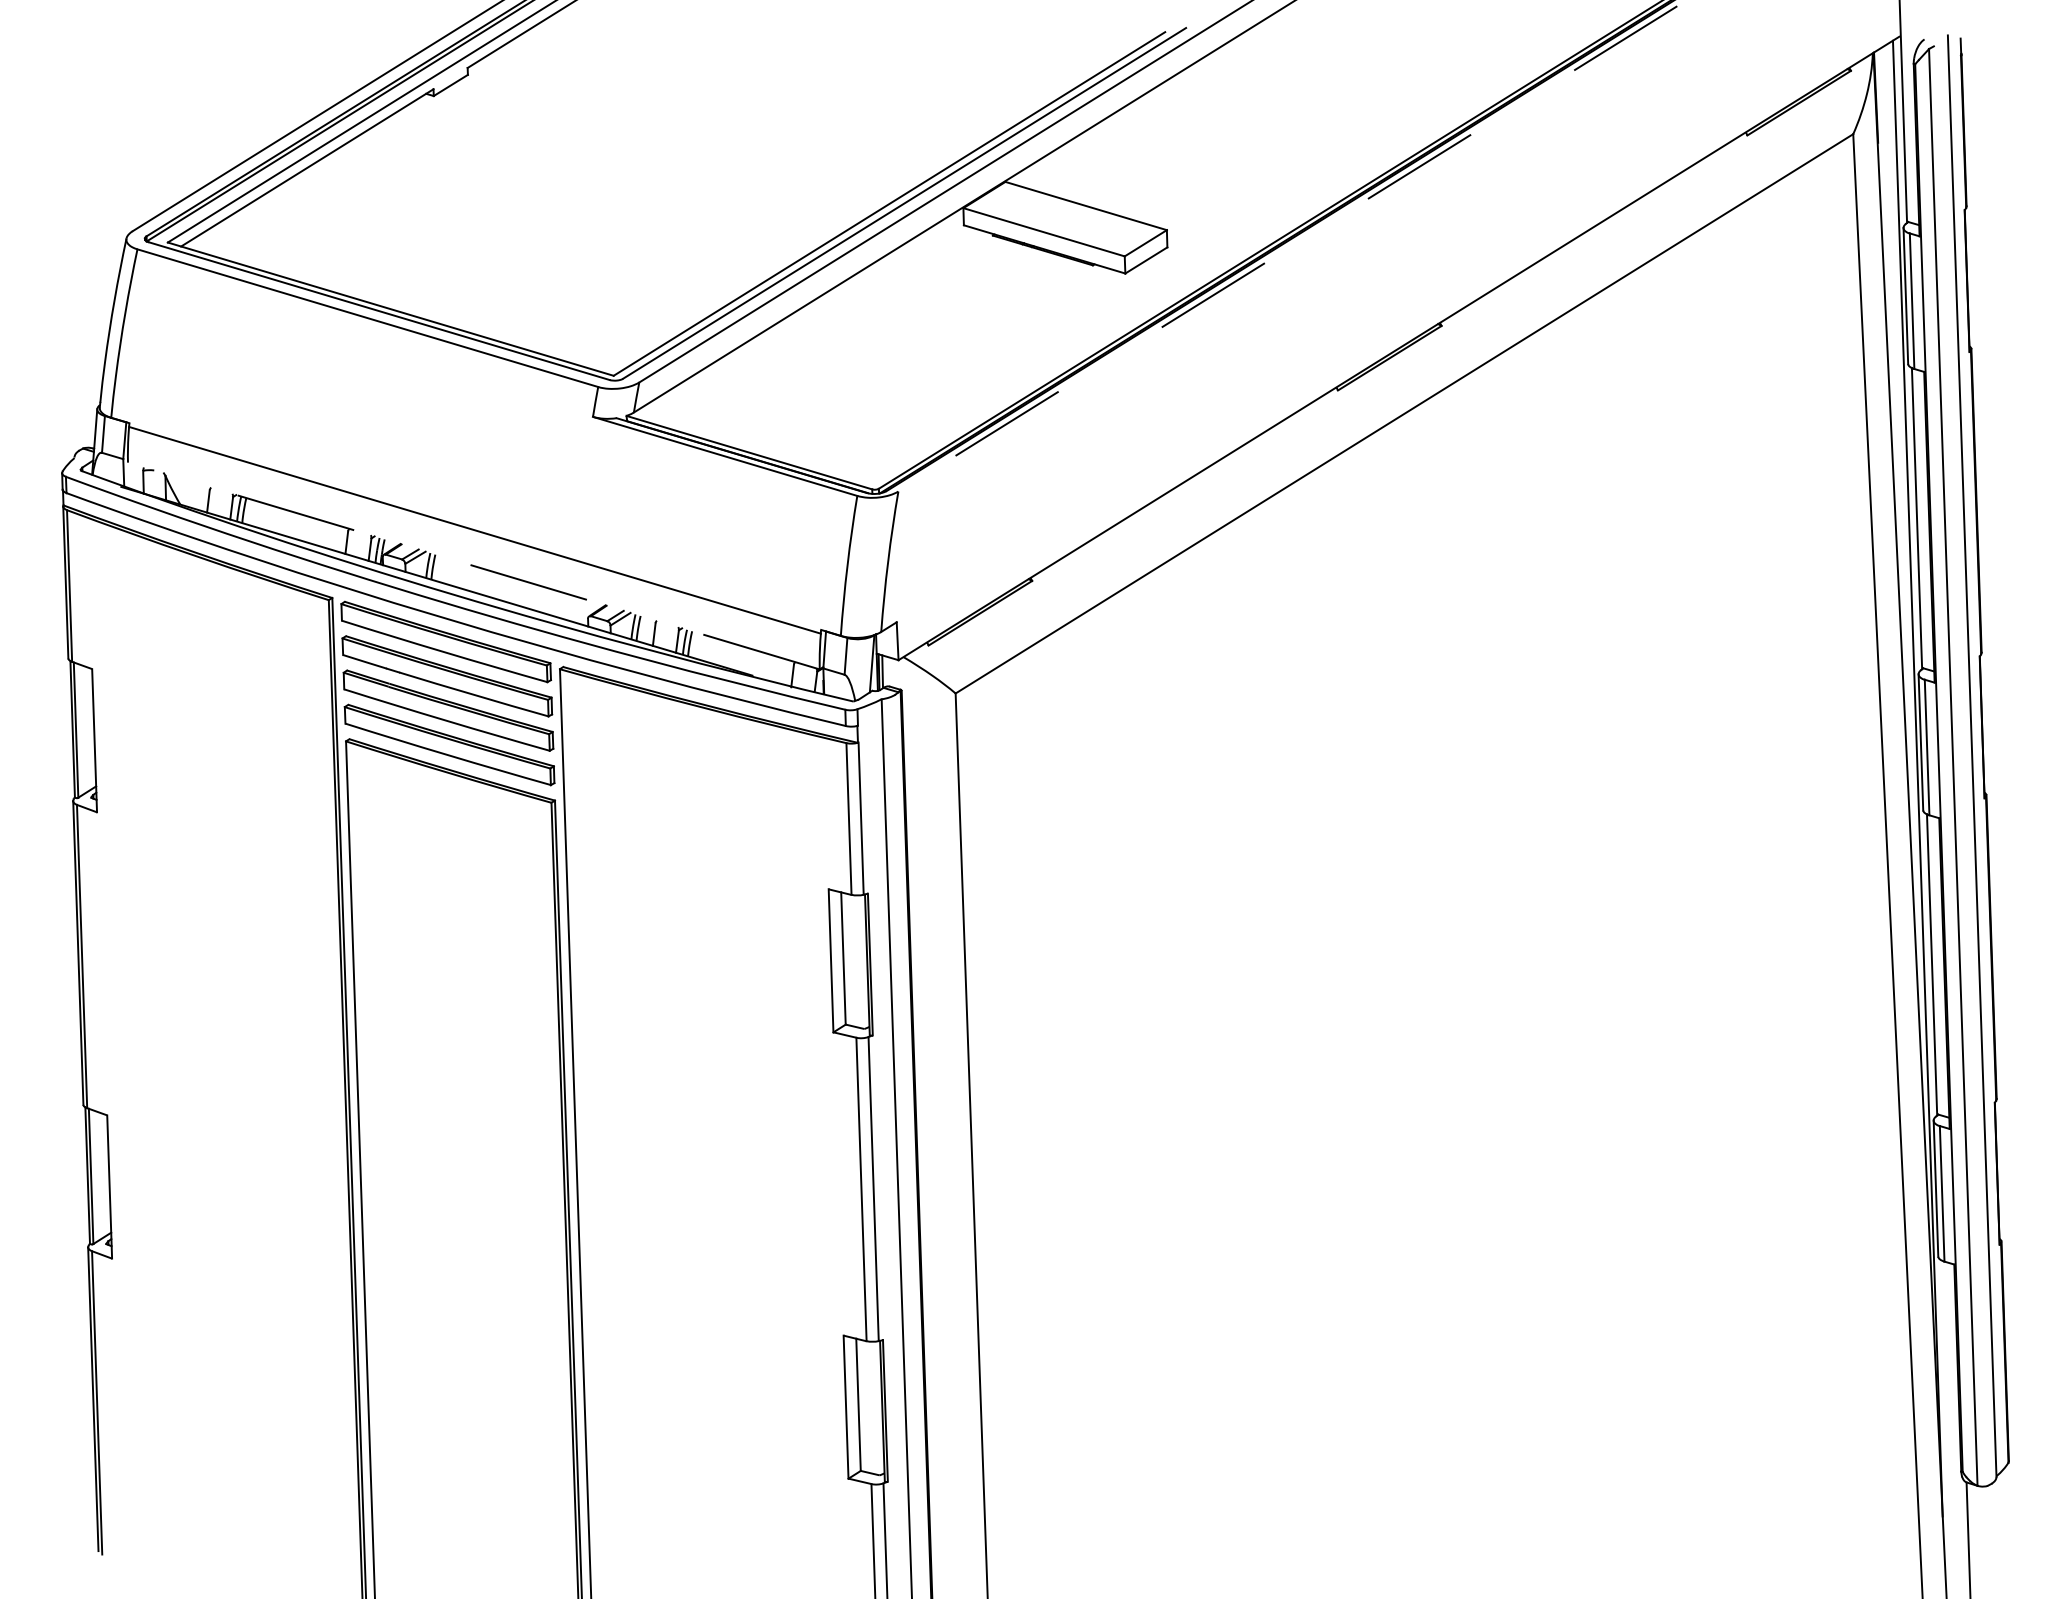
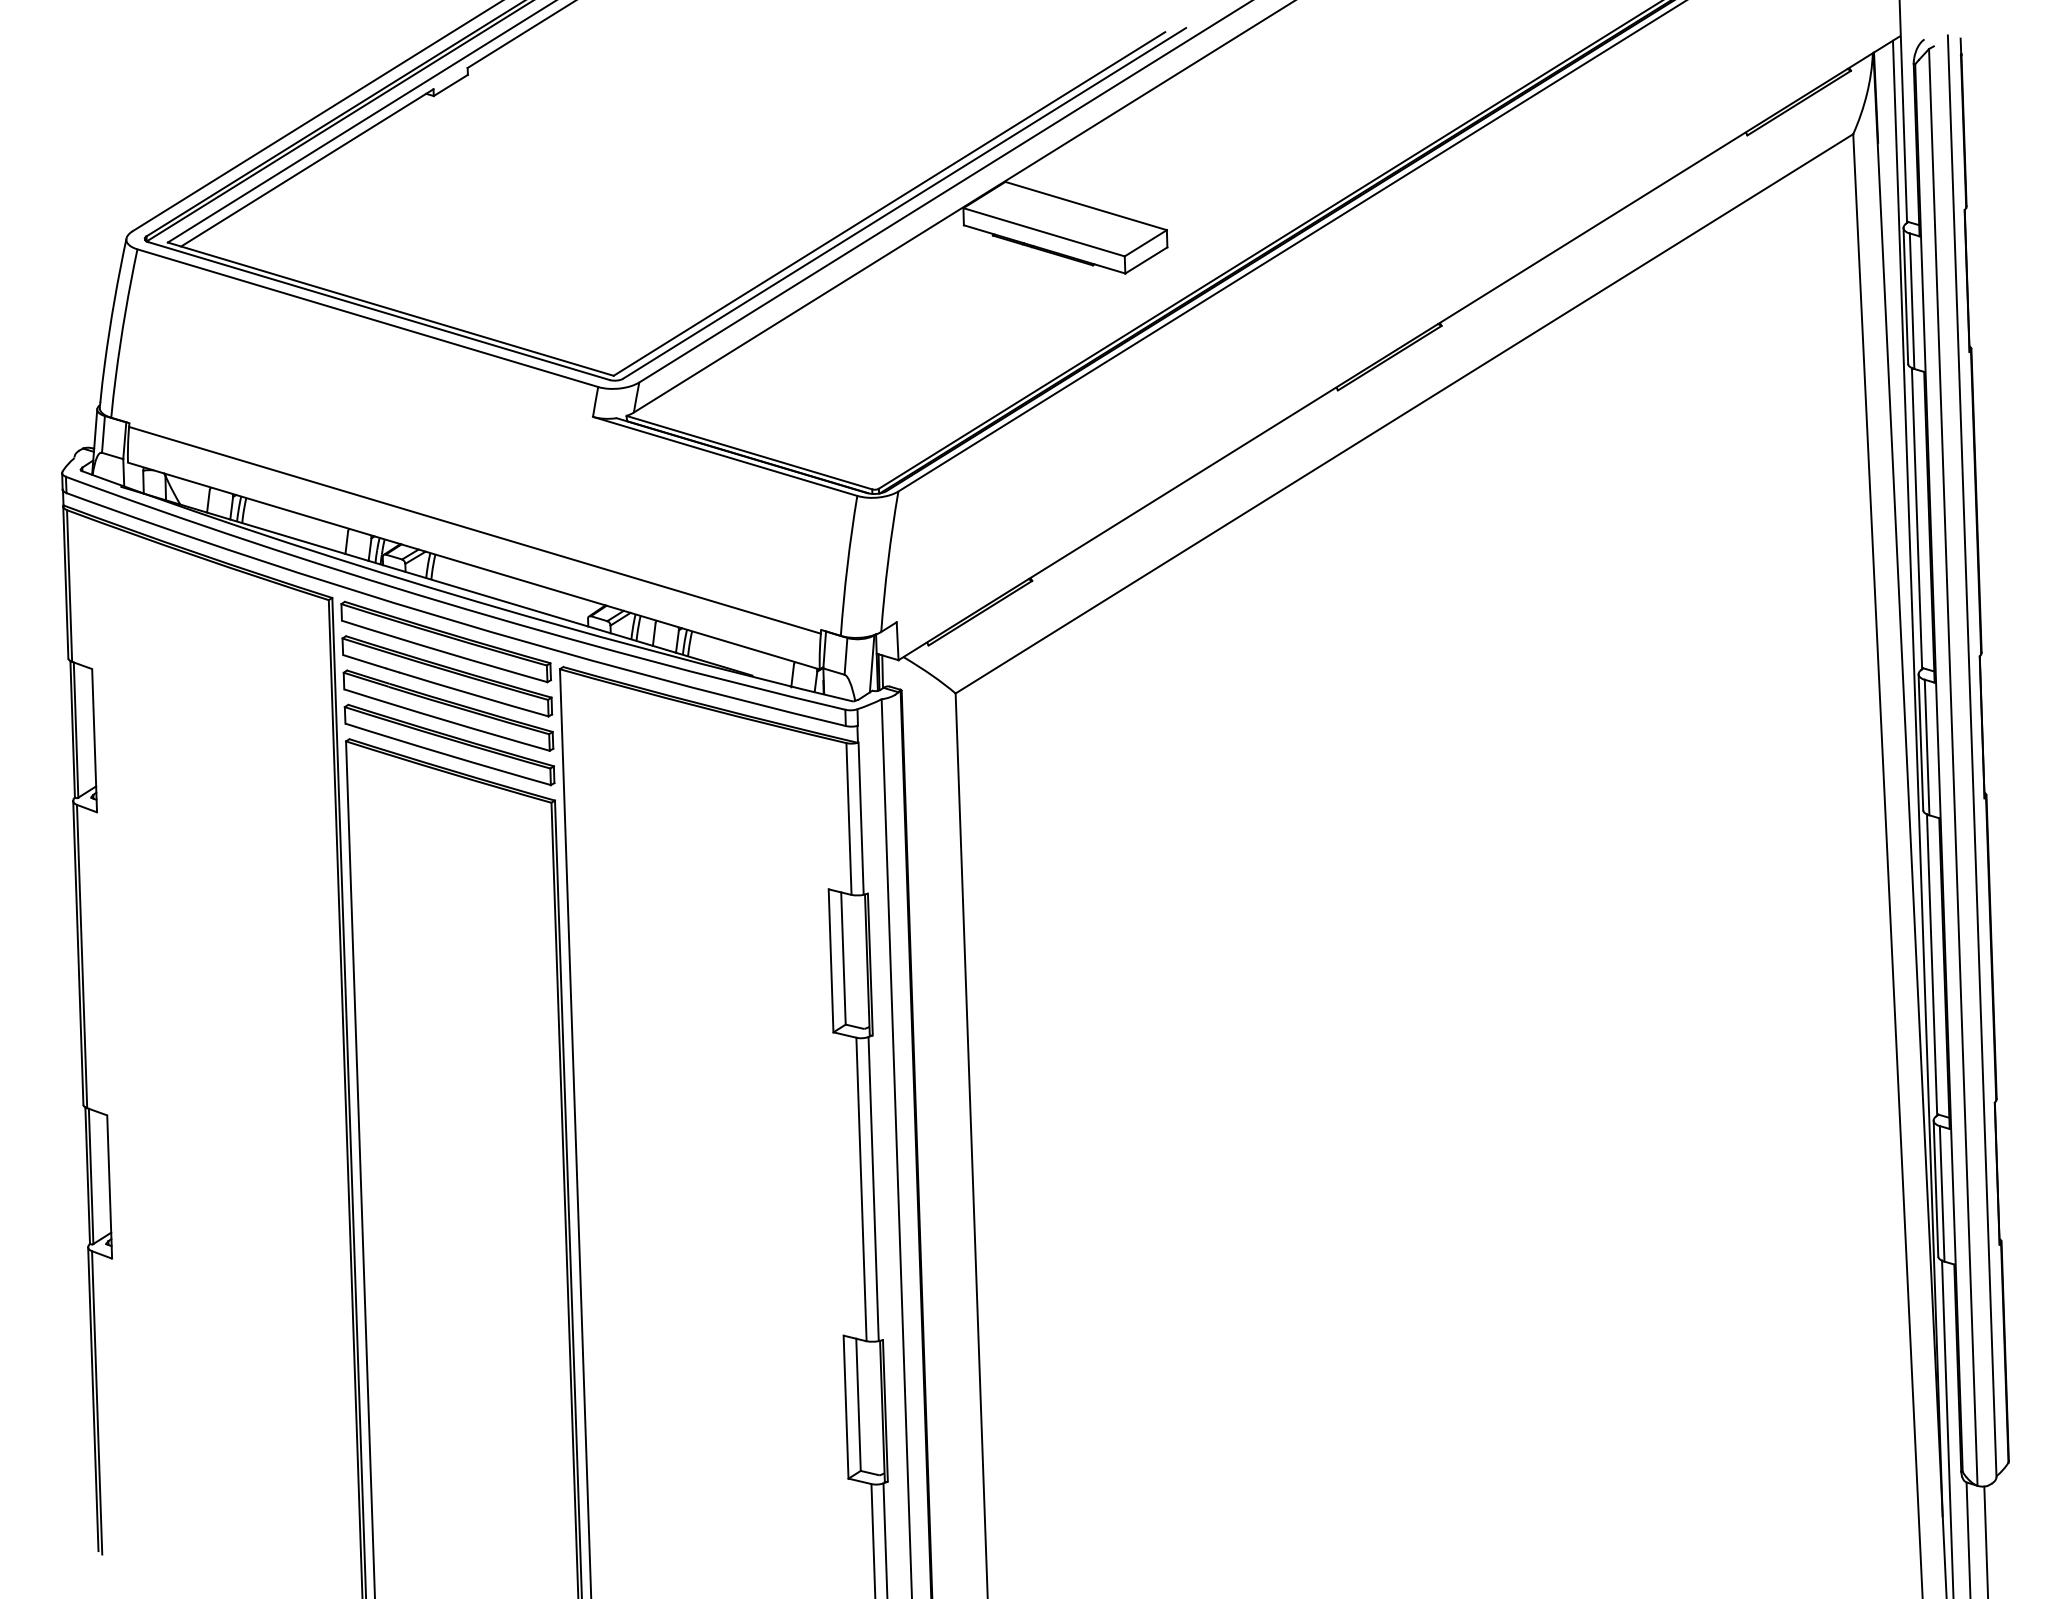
line at (1292, 246): dashed -> solid
line at (473, 566): dashed -> solid
line at (1947, 1427): none -> present
line at (1986, 1540): none -> present
